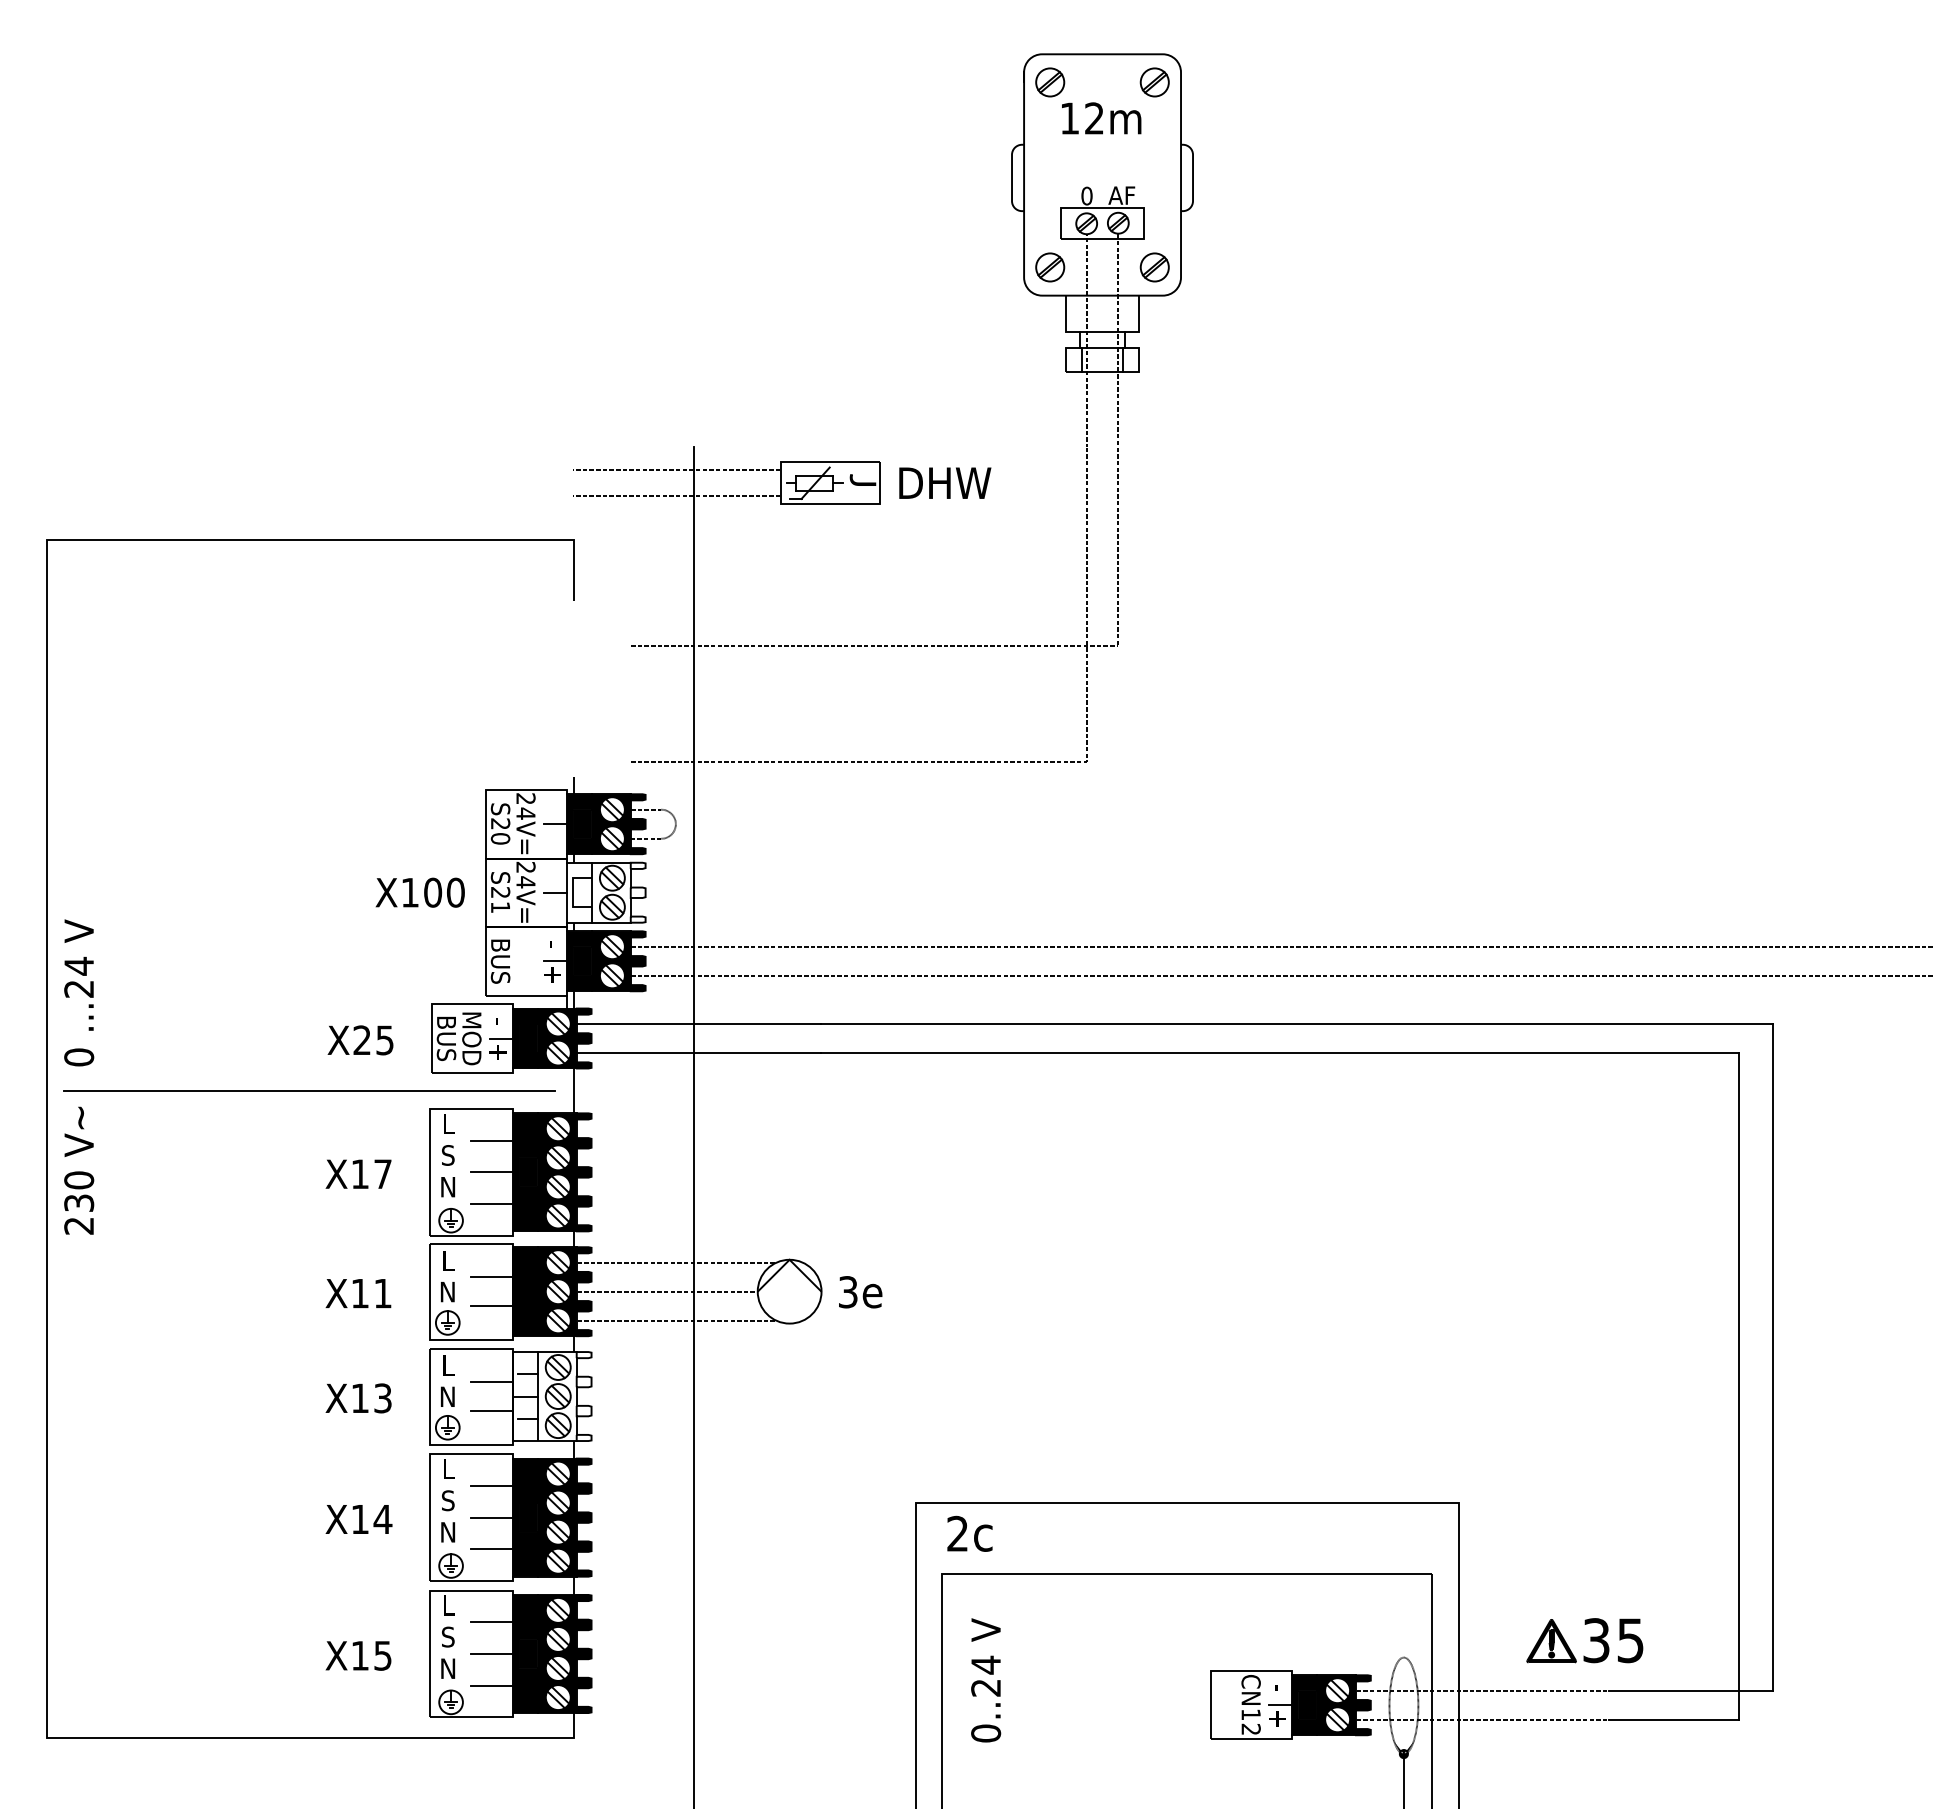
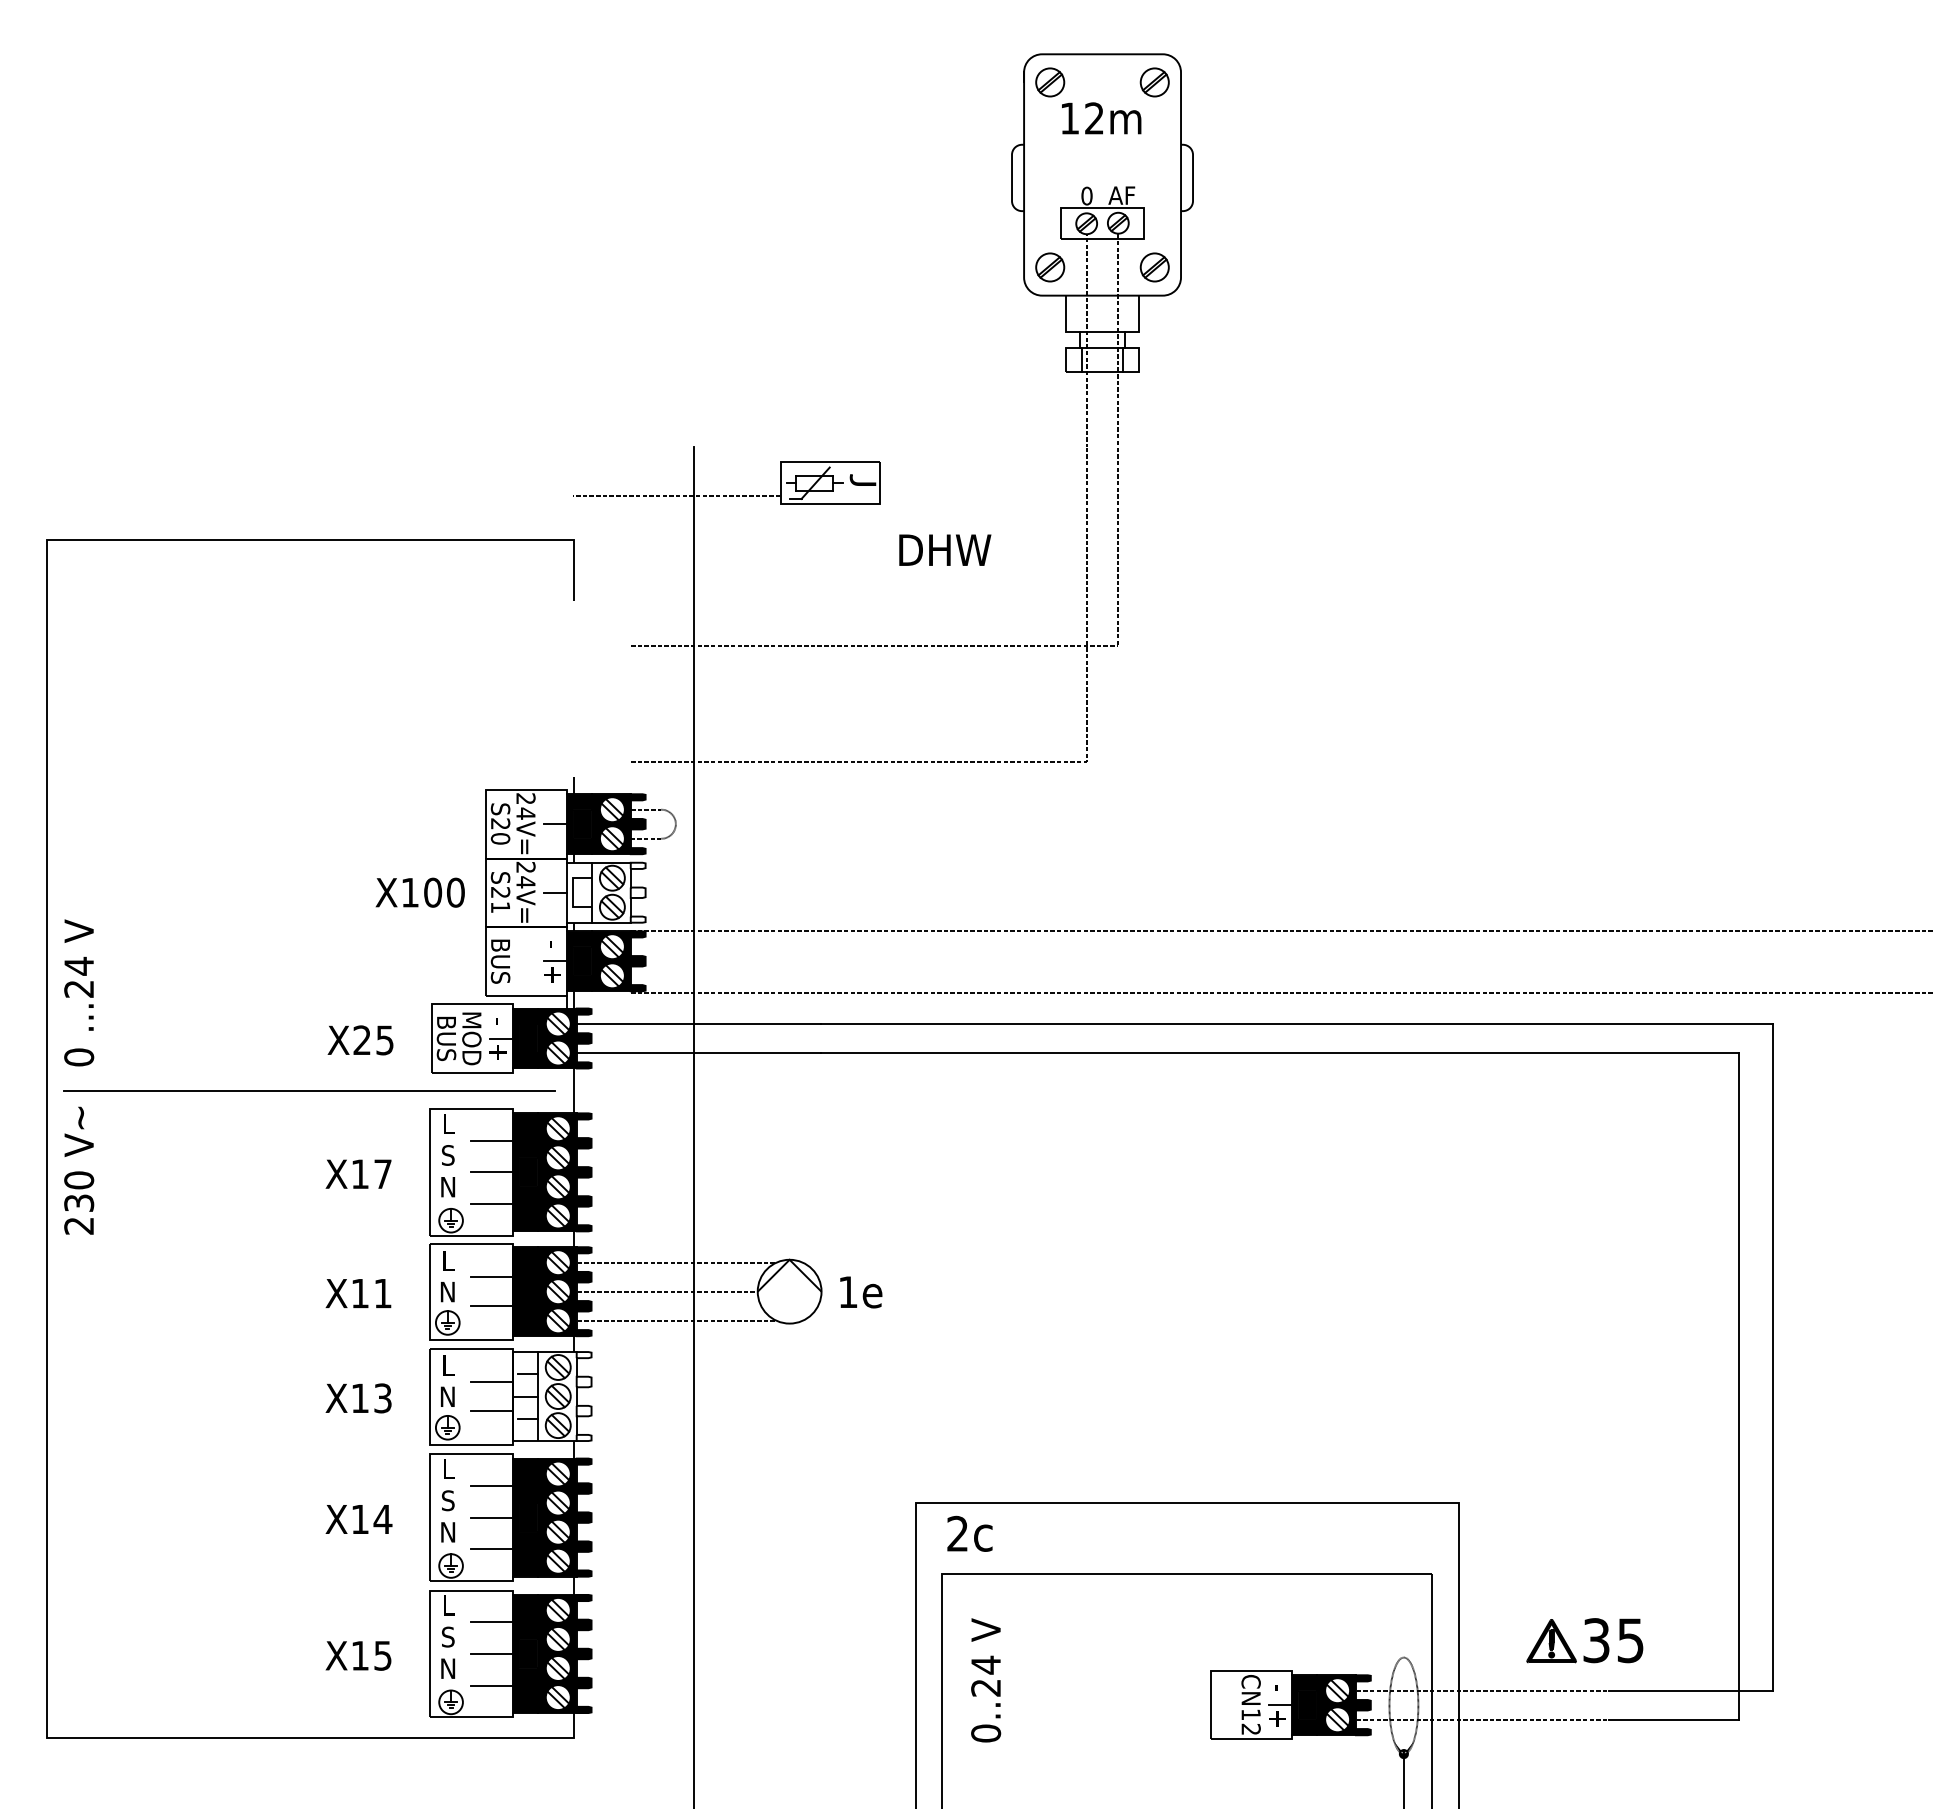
line at (676, 470): present -> none
text at (945, 482) position: (945, 482) -> (945, 549)
line at (1280, 946) position: (1280, 946) -> (1280, 930)
line at (1280, 975) position: (1280, 975) -> (1280, 992)
text at (848, 1292): 3e -> 1e
